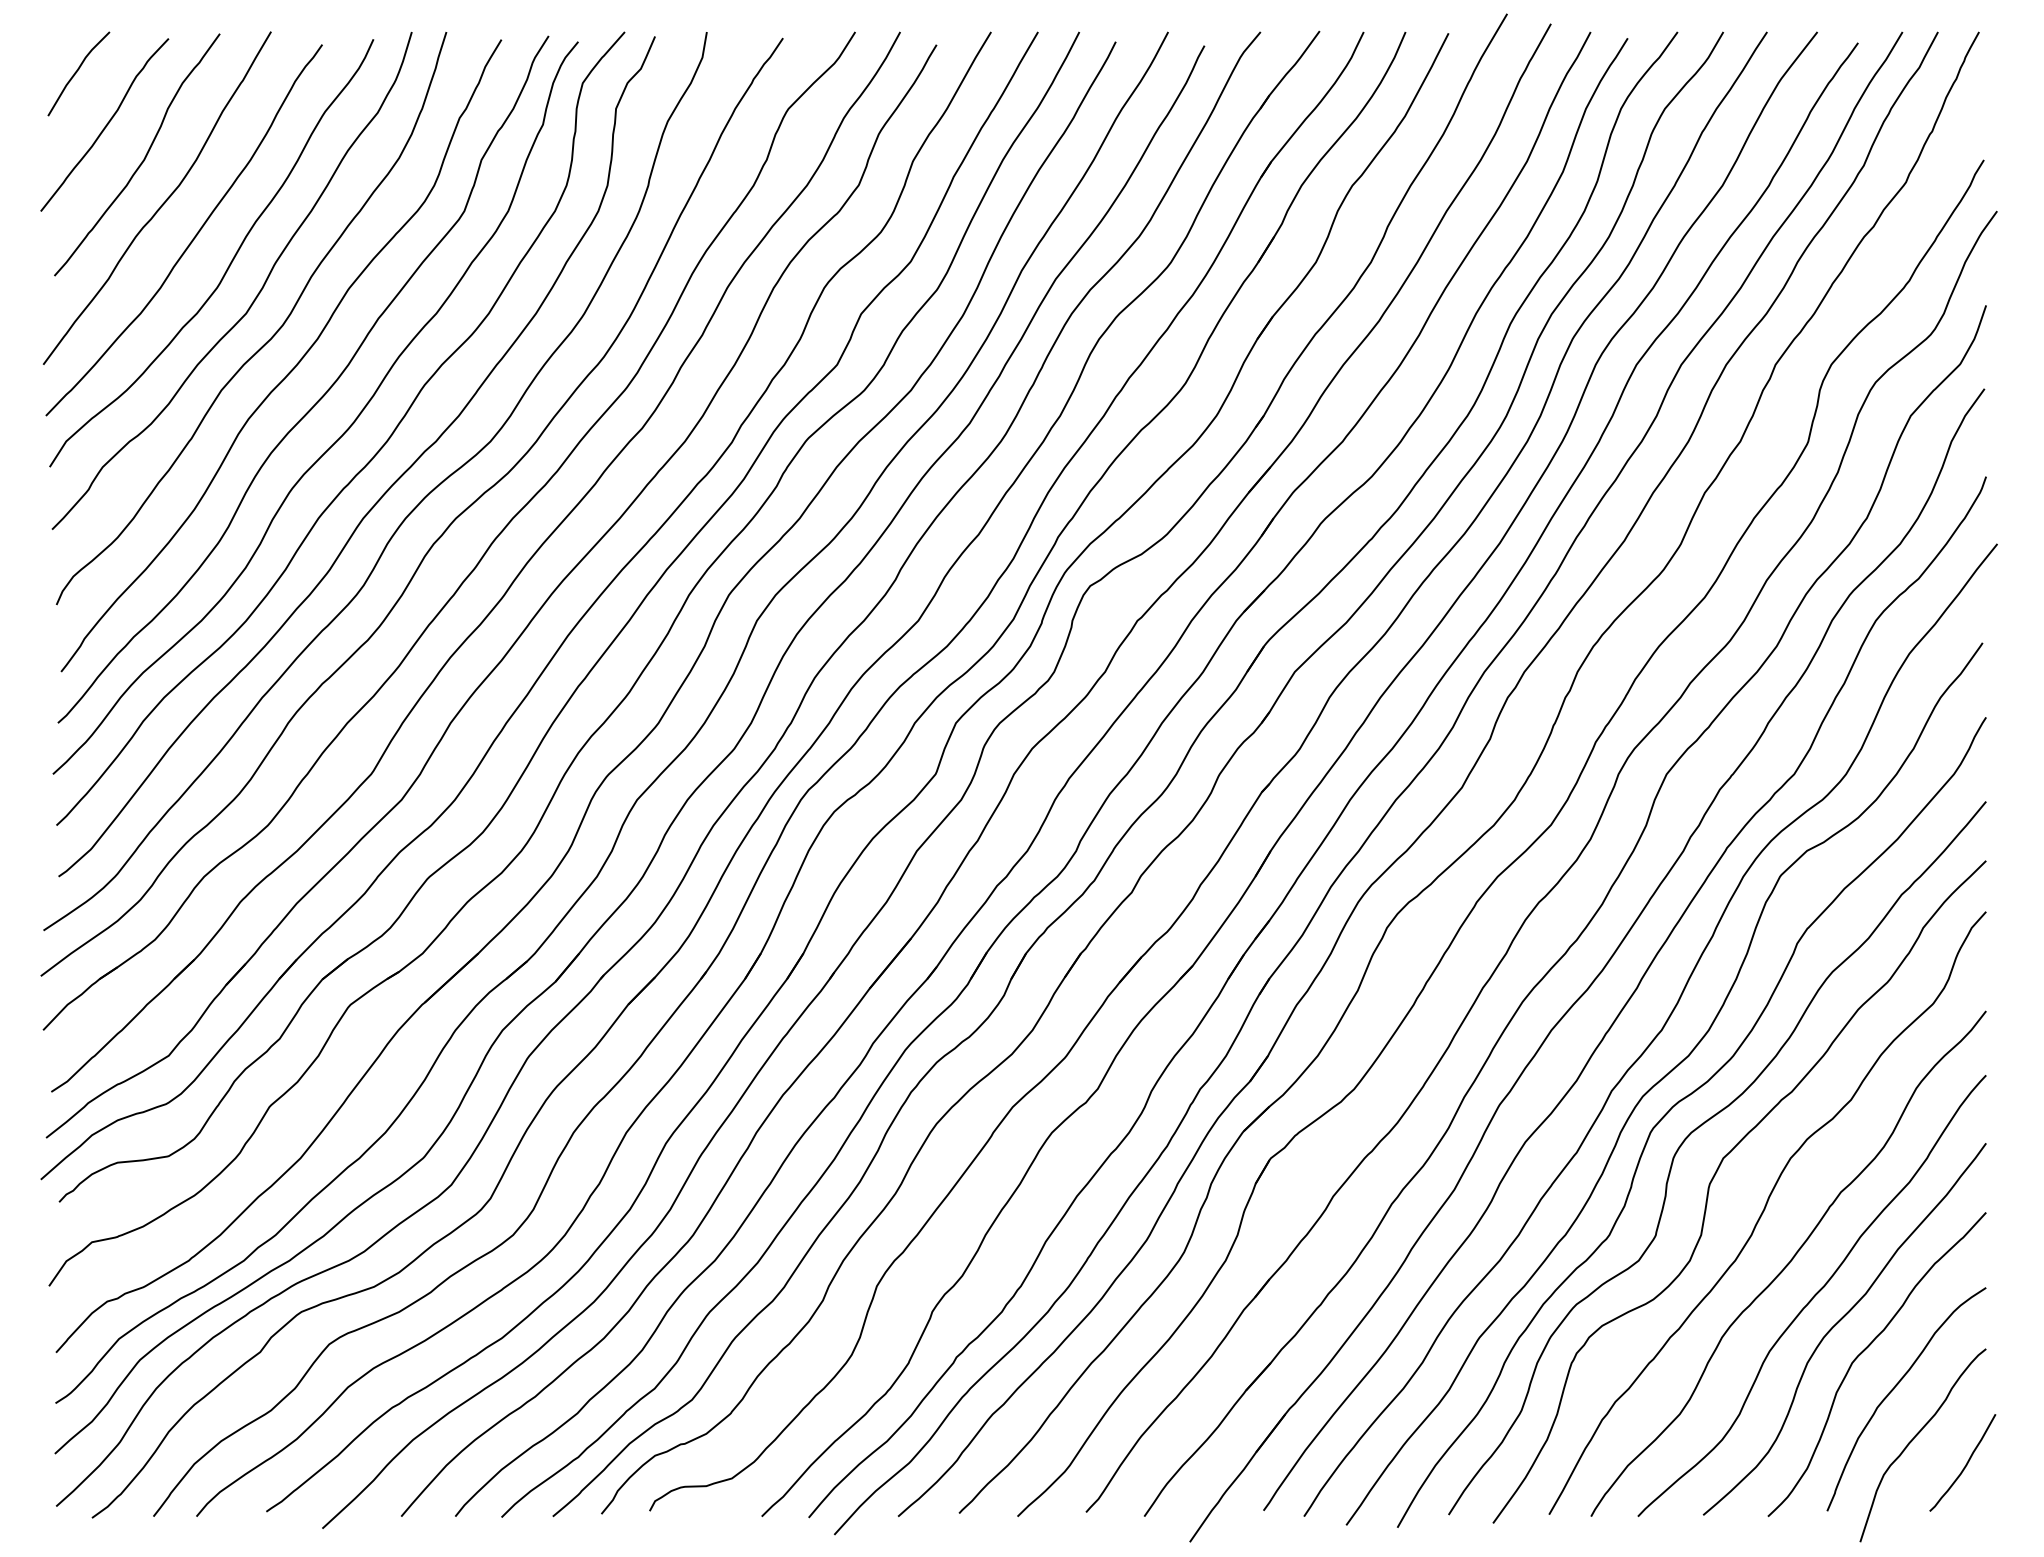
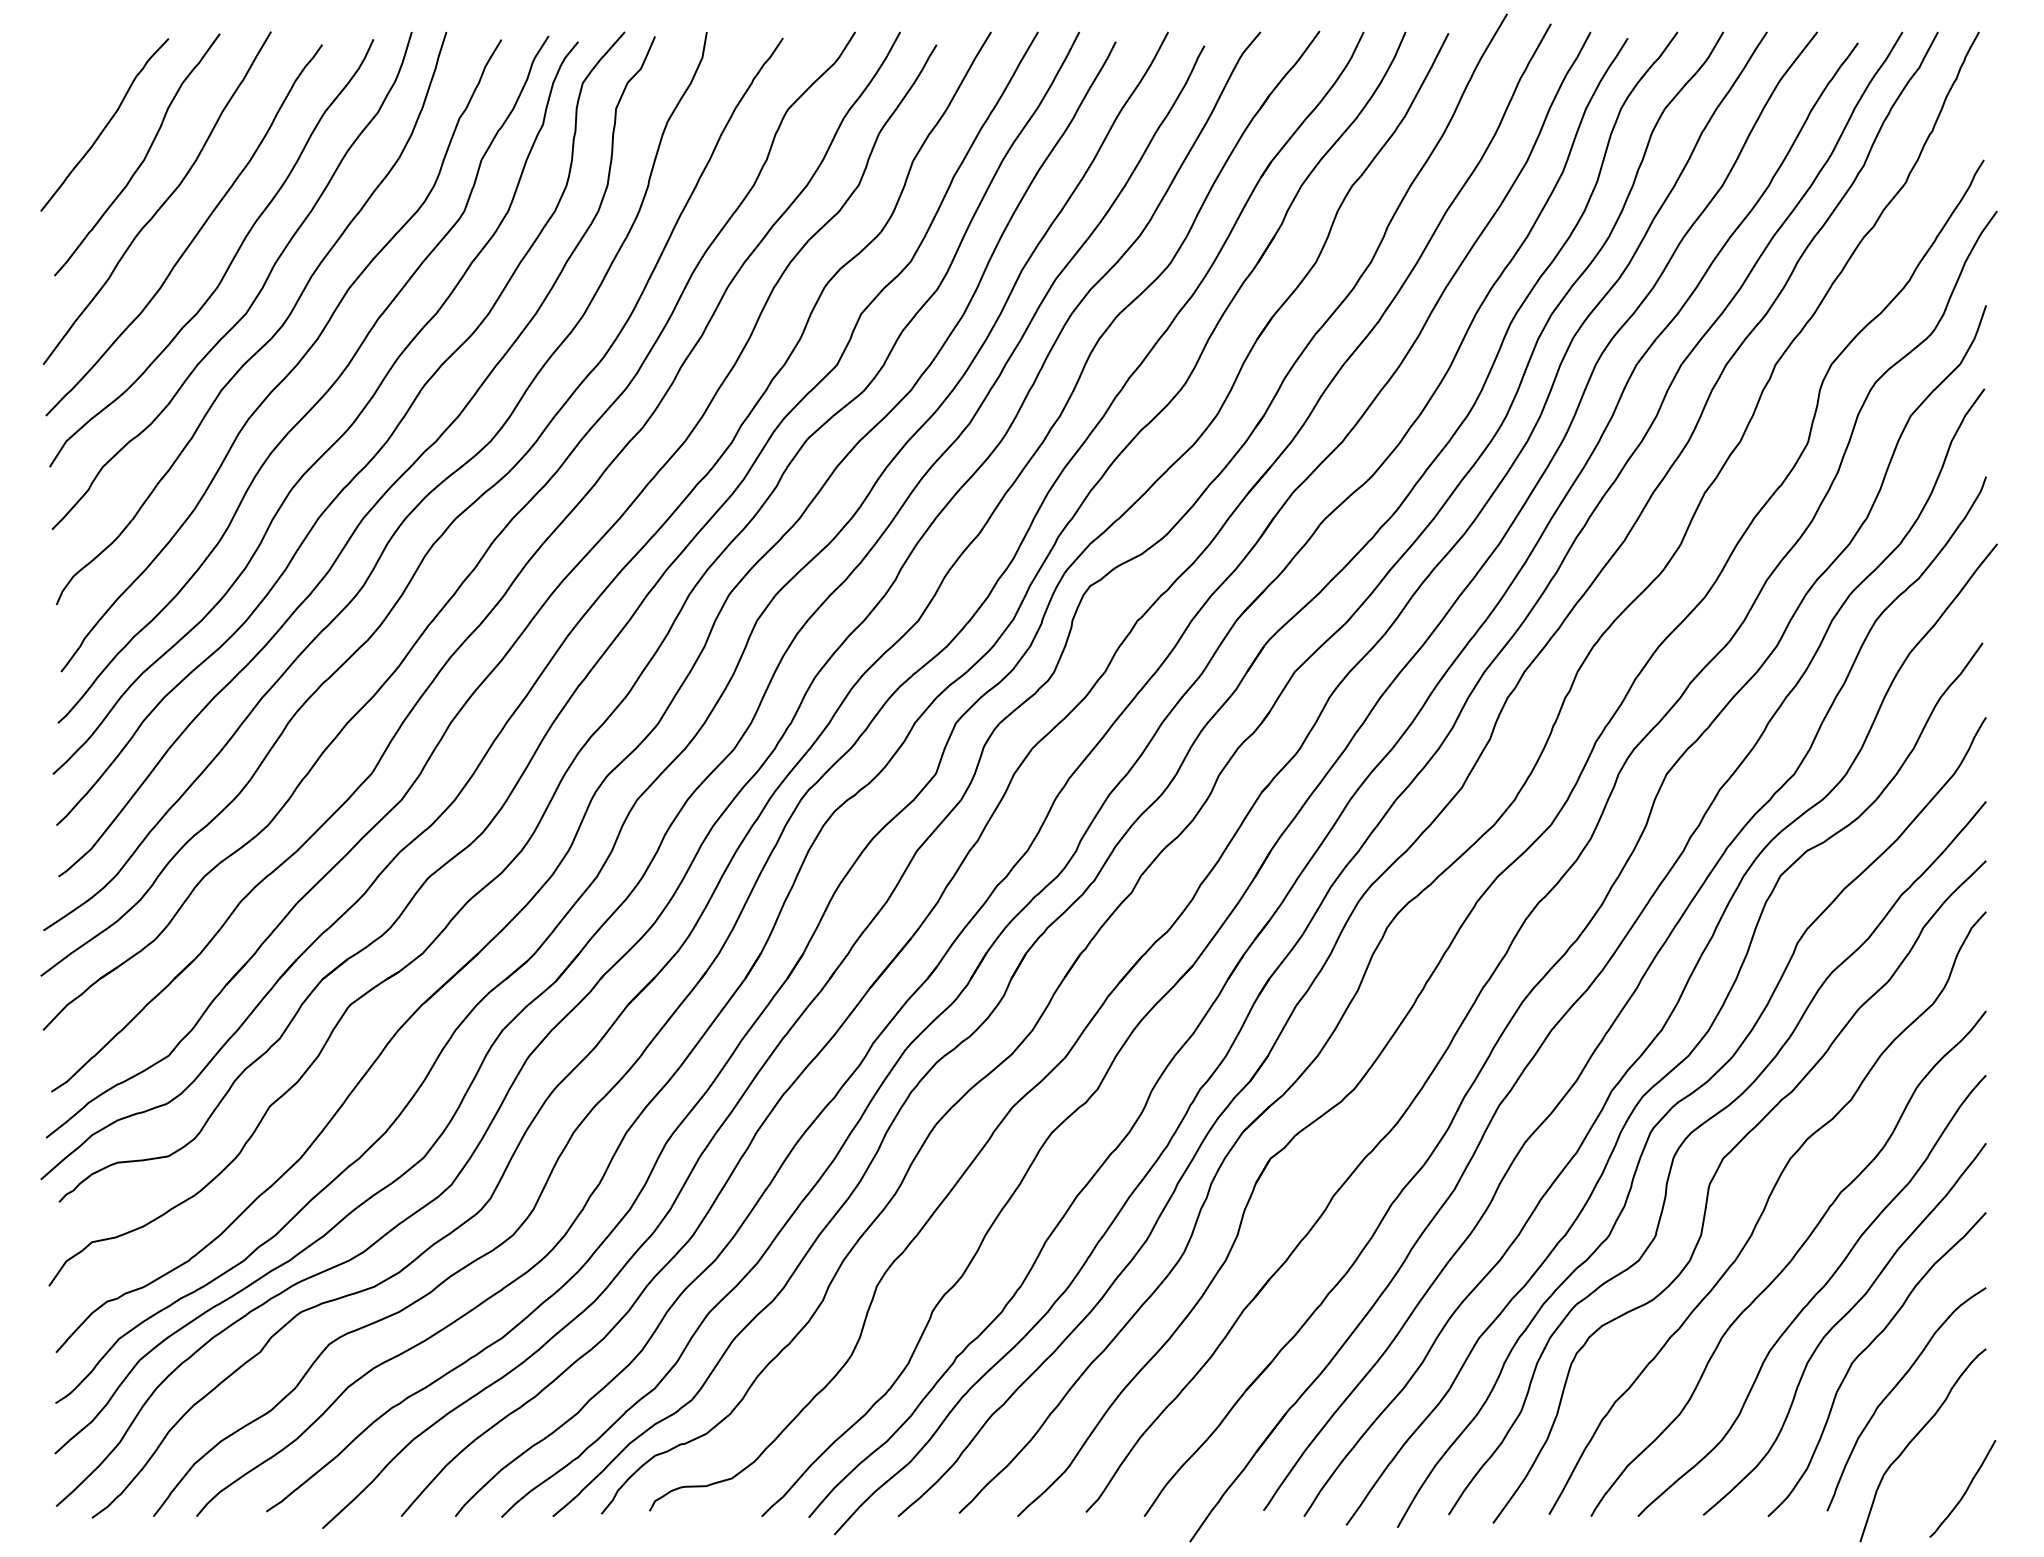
curve at (77, 72): present -> none
curve at (1965, 1464) position: (1965, 1464) -> (1965, 1490)
